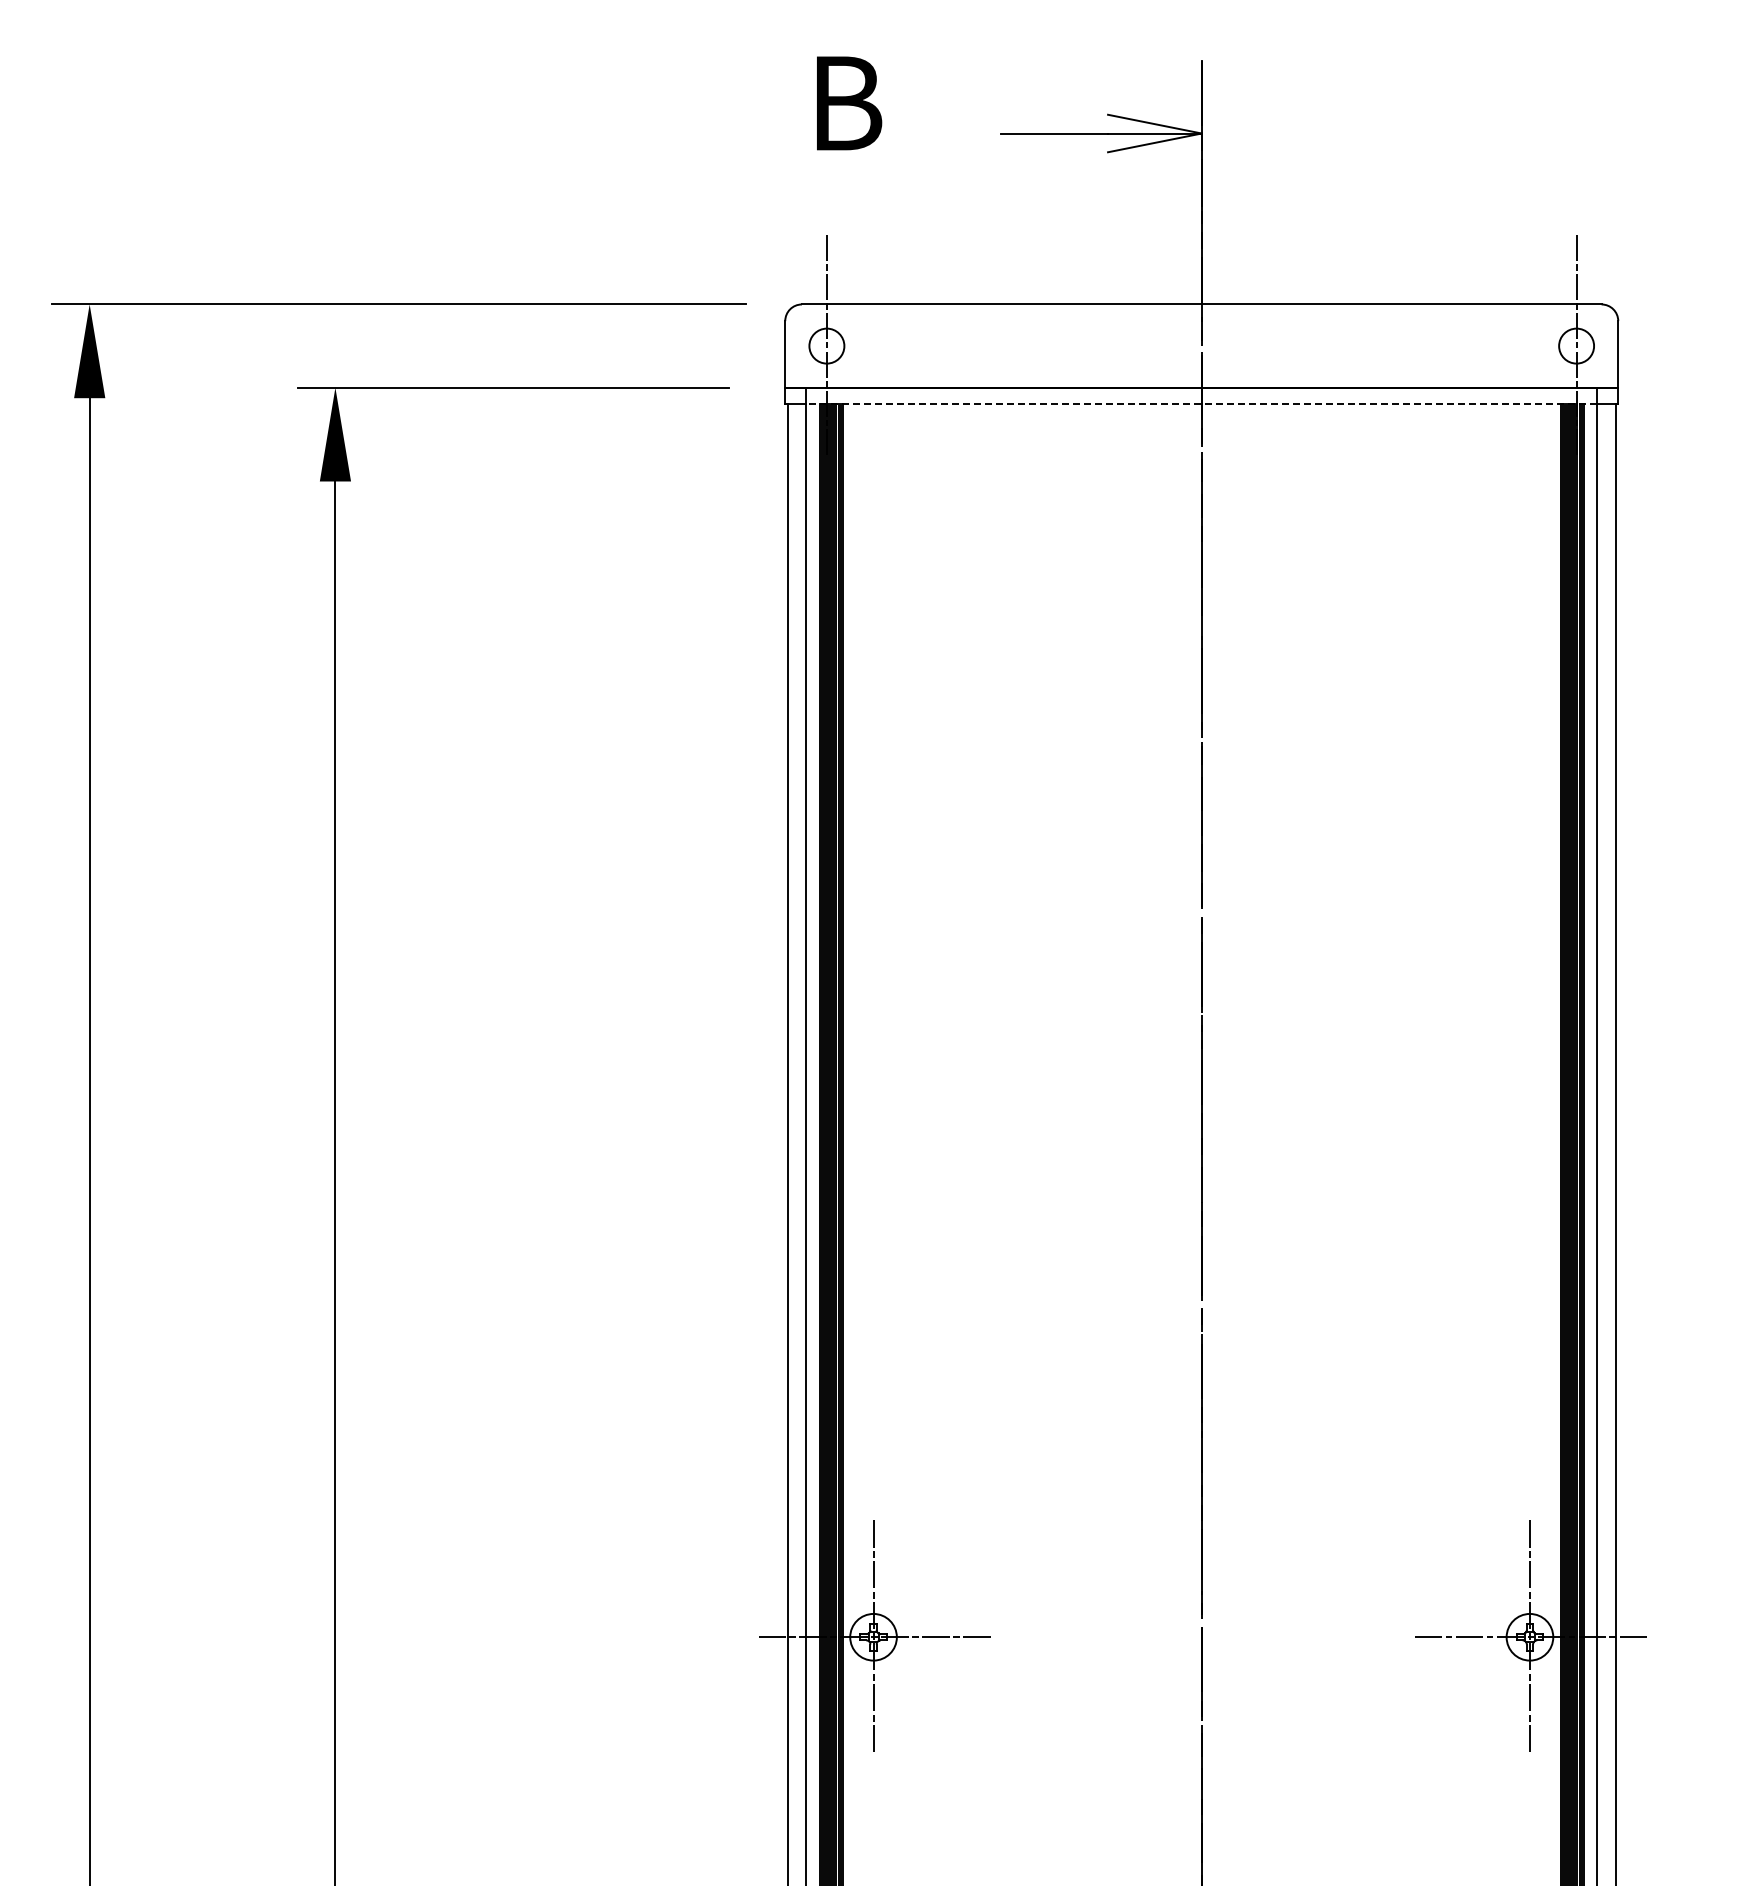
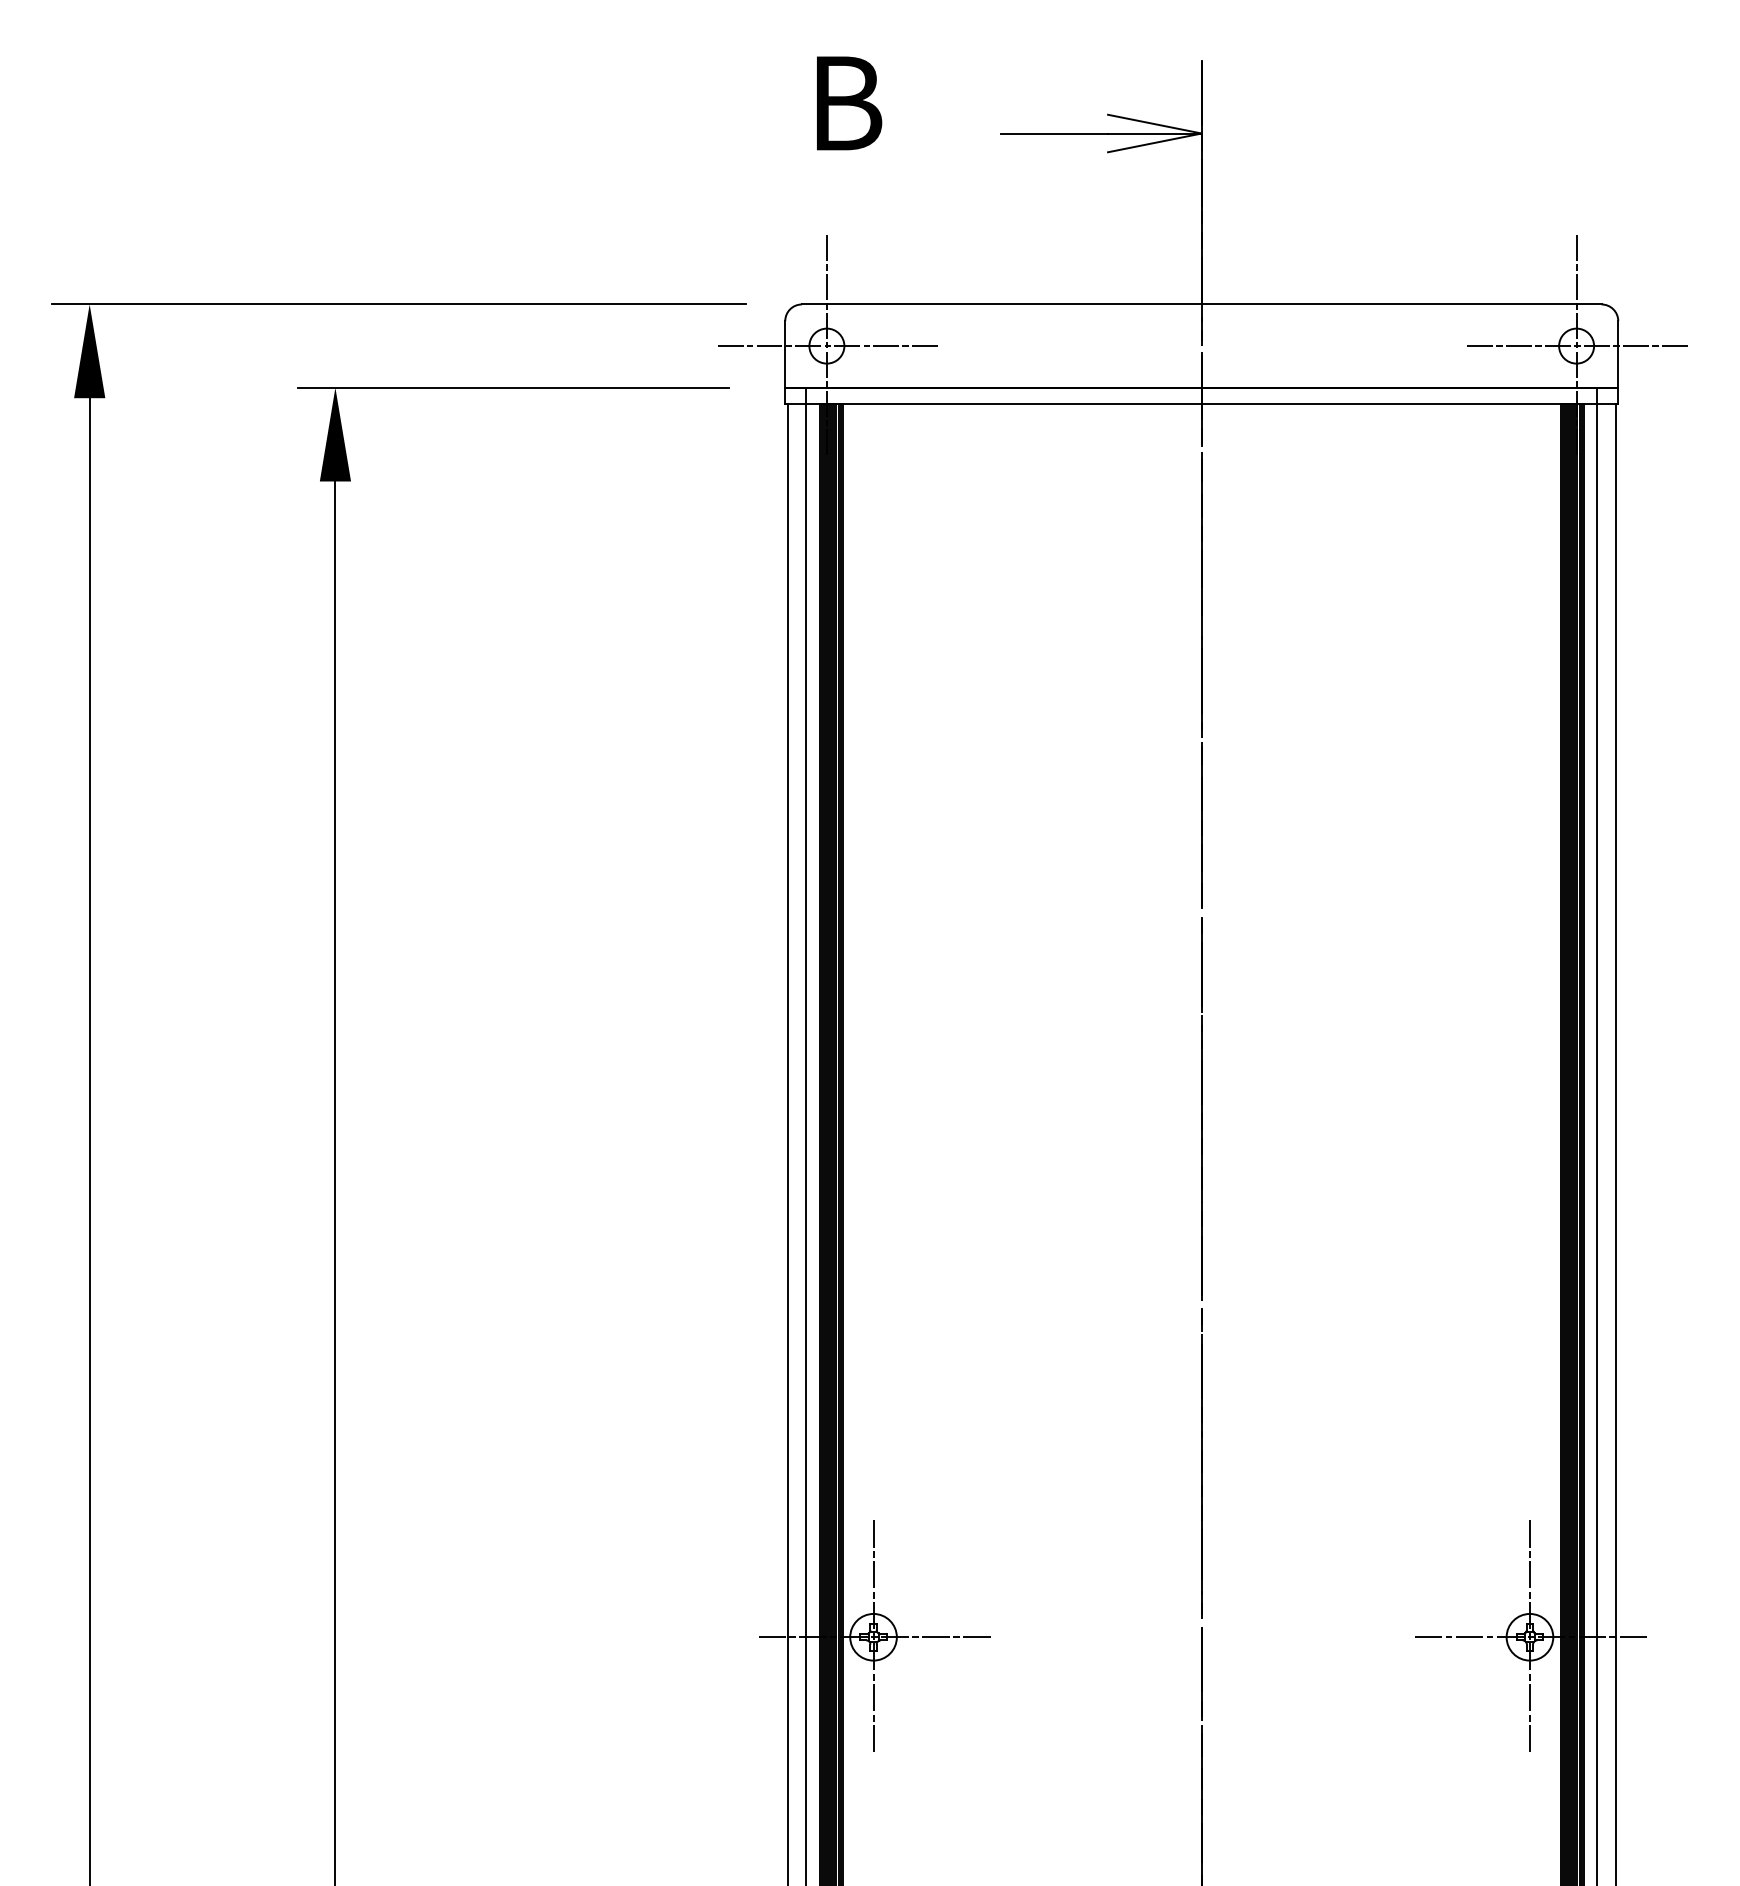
line at (826, 346): none -> present
line at (1576, 346): none -> present
line at (1201, 404): dashed -> solid
